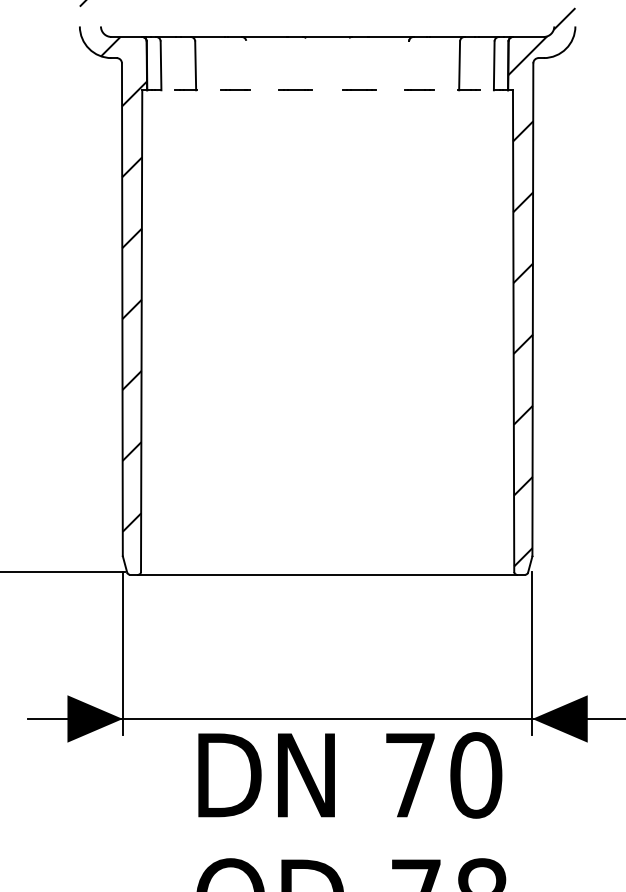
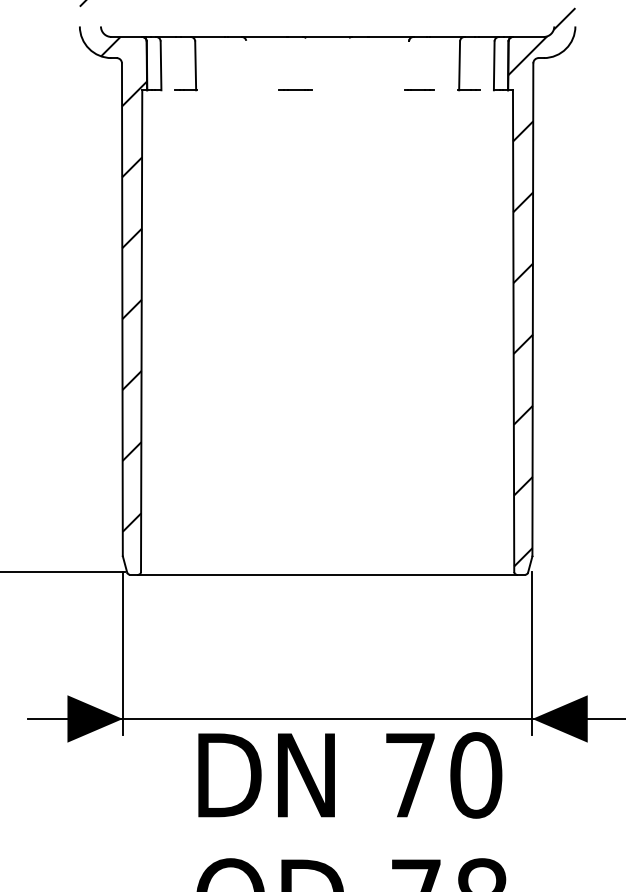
line at (235, 89): present -> none
line at (359, 89): present -> none
